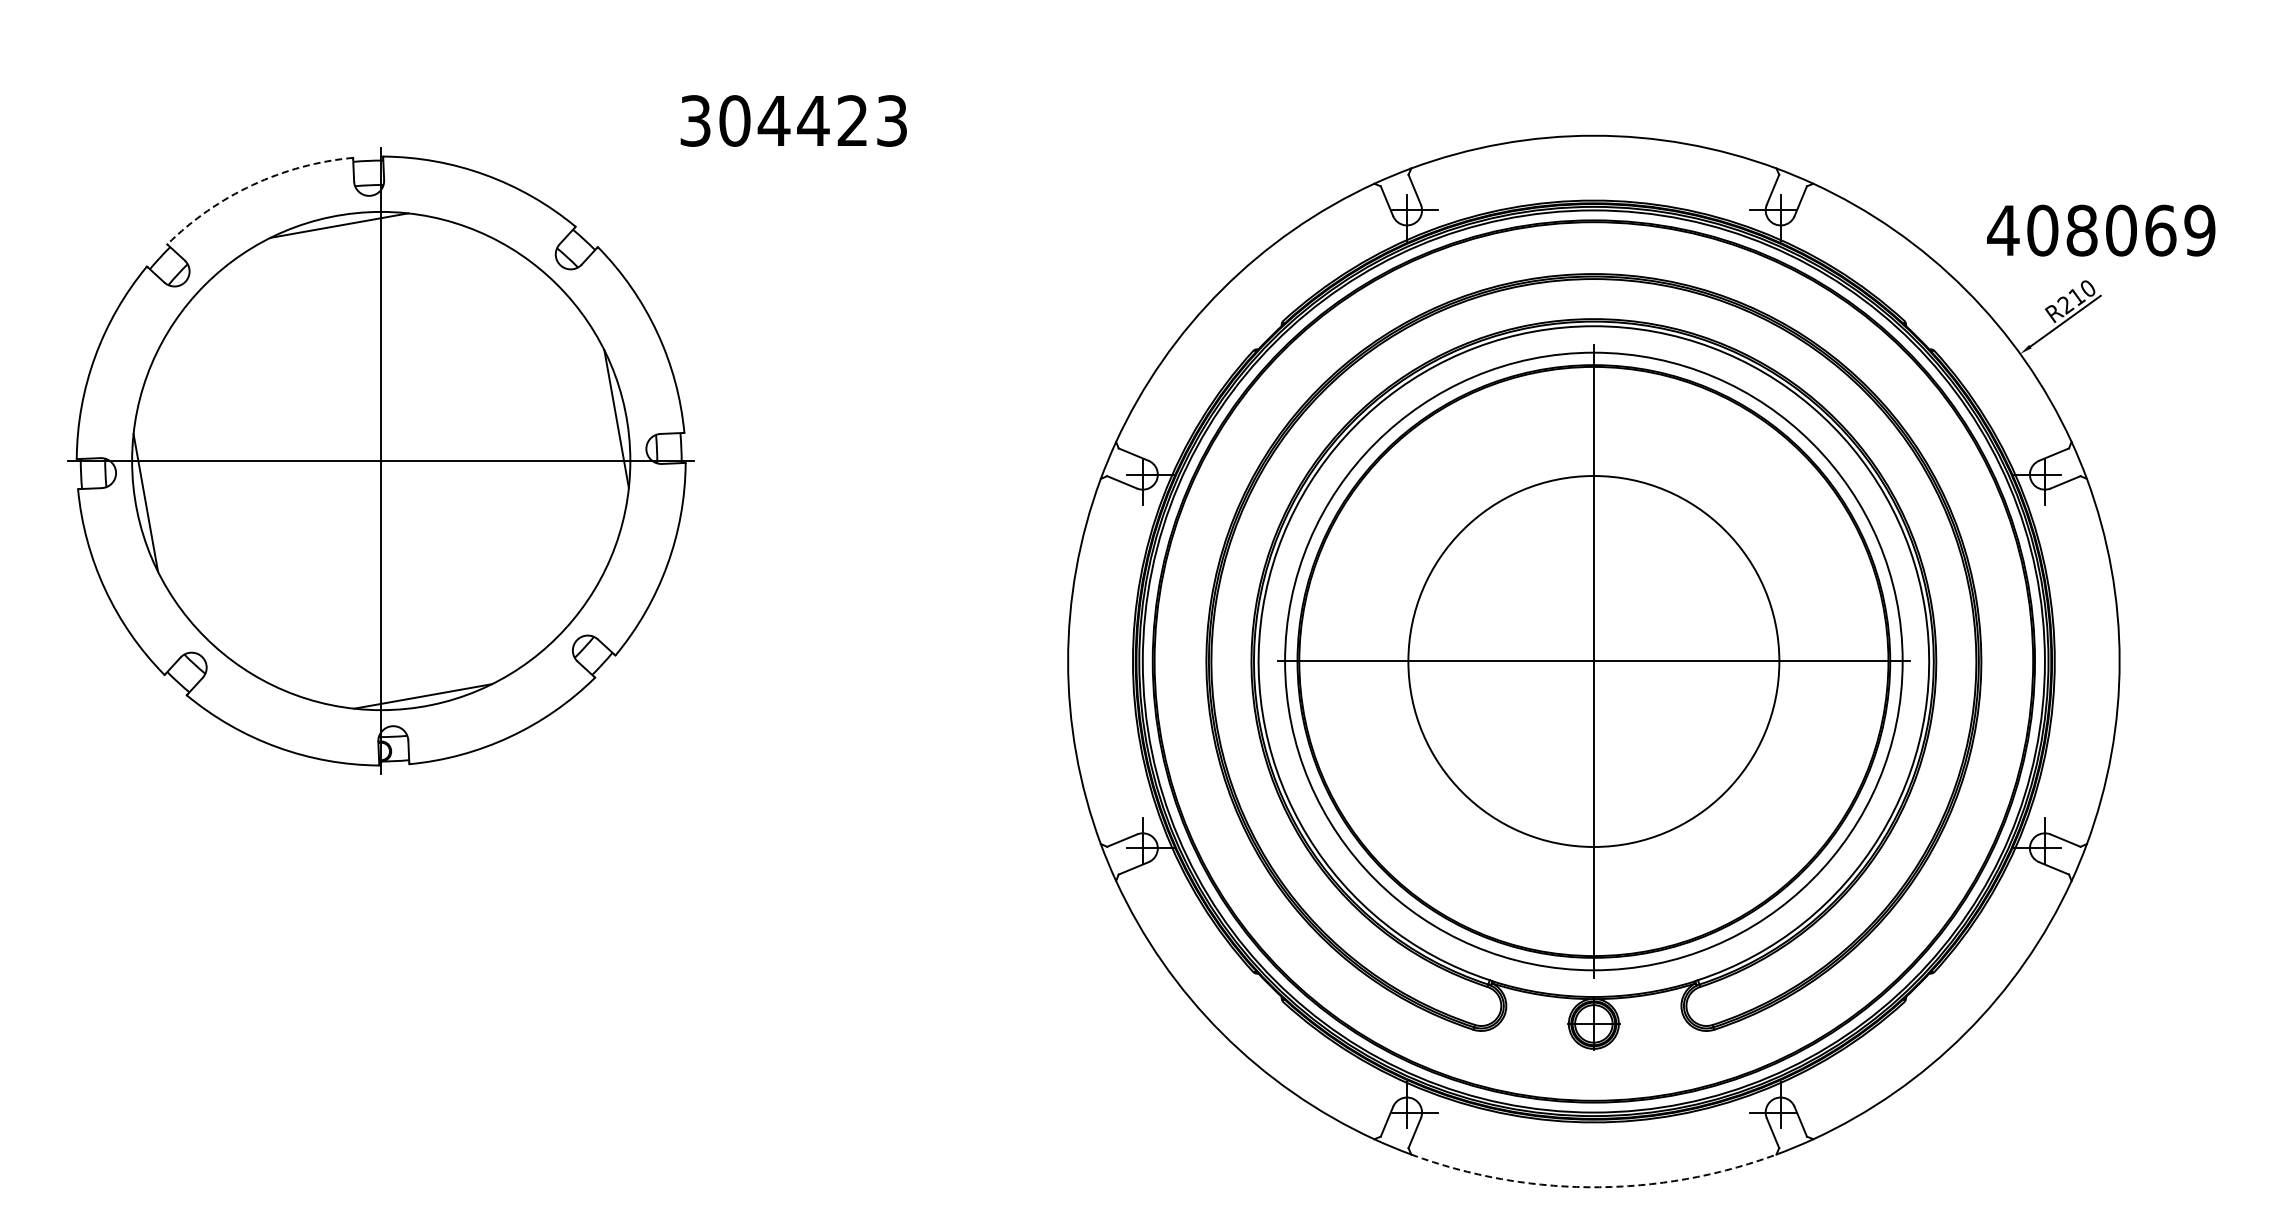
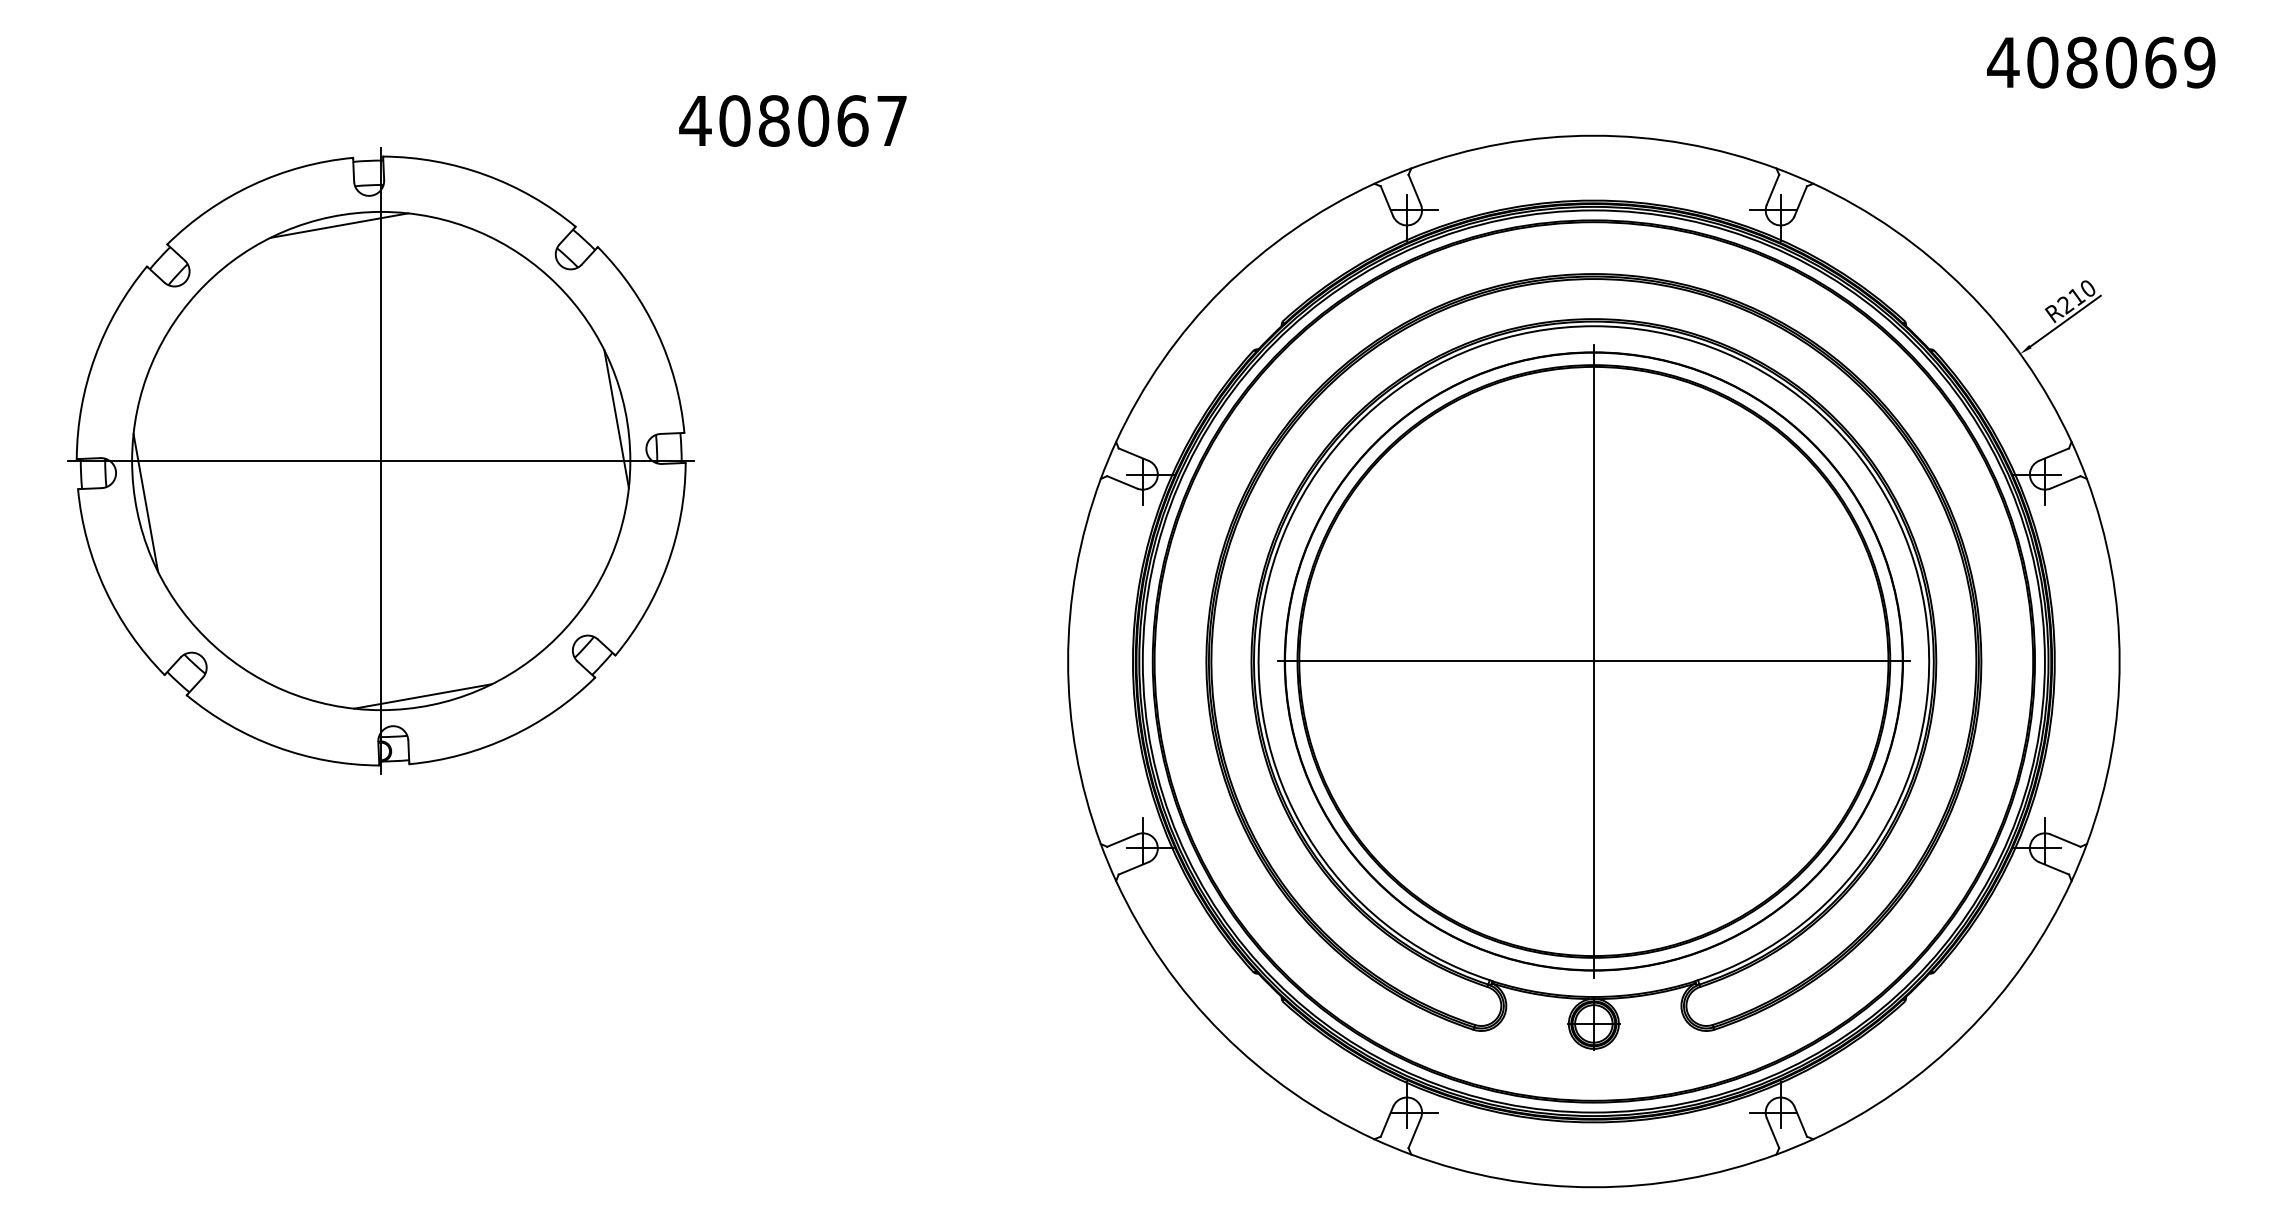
text at (792, 120): 304423 -> 408067
arc at (252, 185): dashed -> solid
text at (2101, 230) position: (2101, 230) -> (2101, 62)
circle at (1593, 661) diameter: 371 px -> 618 px
arc at (1593, 1187): dashed -> solid
